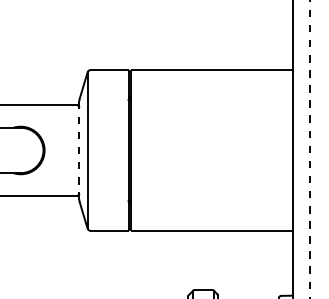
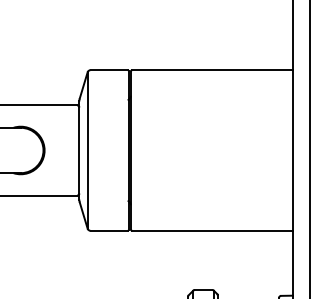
line at (309, 149): dashed -> solid
line at (79, 150): dashed -> solid
